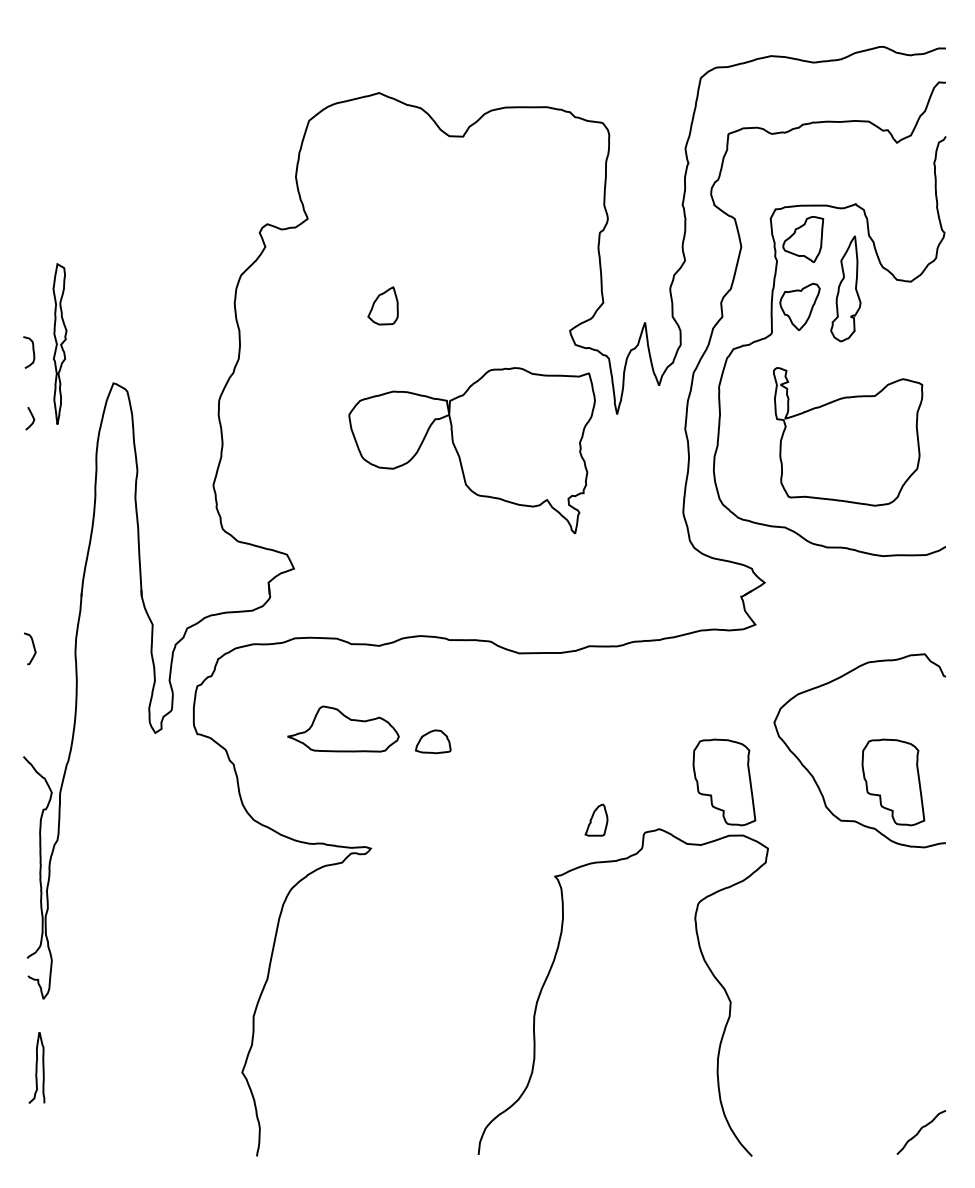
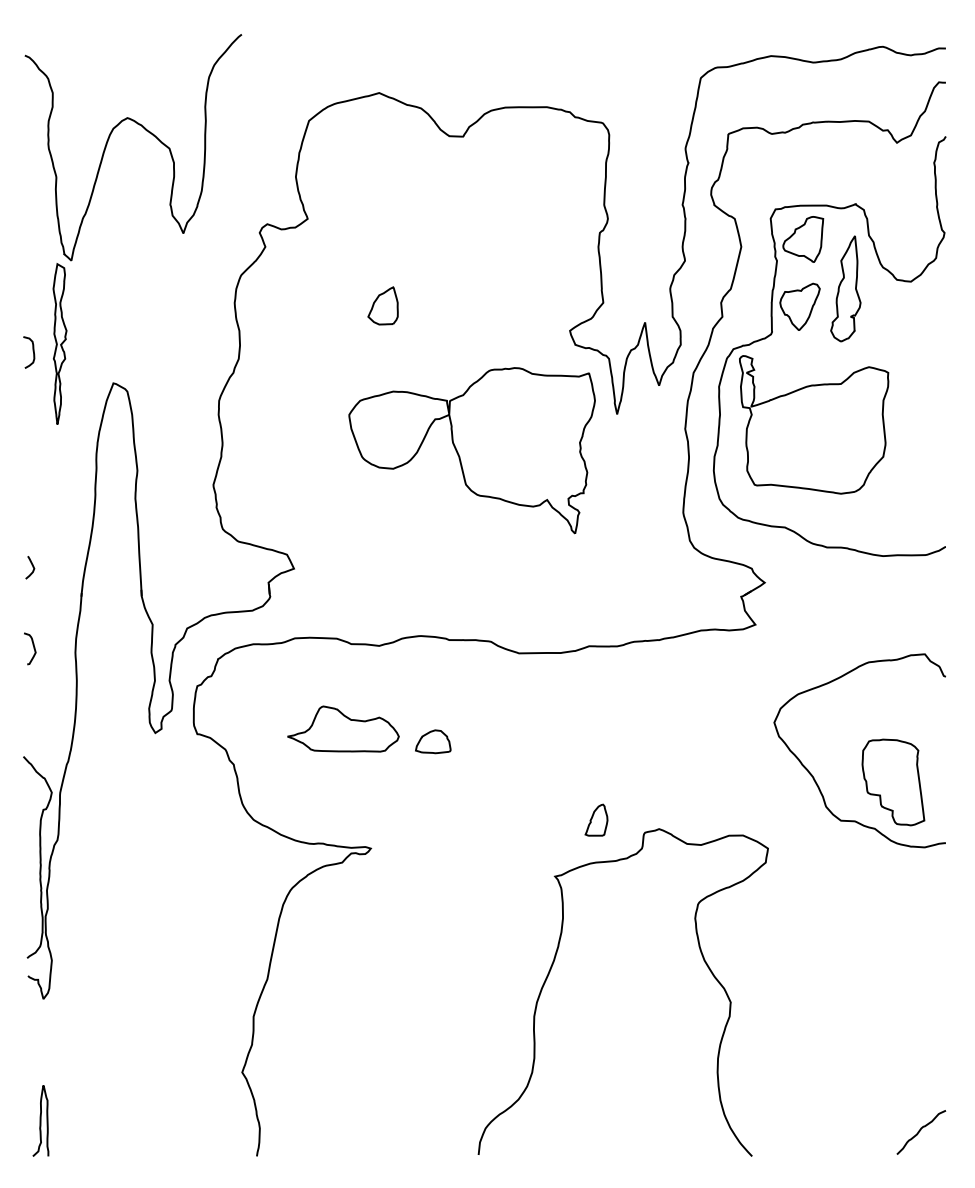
curve at (146, 131): none -> present
curve at (32, 418) position: (32, 418) -> (32, 567)
part at (848, 436) position: (848, 436) -> (814, 424)
part at (724, 782): present -> none
curve at (36, 1067) position: (36, 1067) -> (40, 1120)
